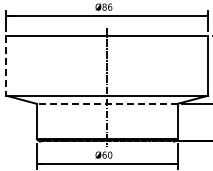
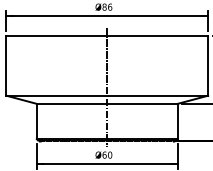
line at (6, 65): dashed -> solid
line at (106, 103): dashed -> solid
